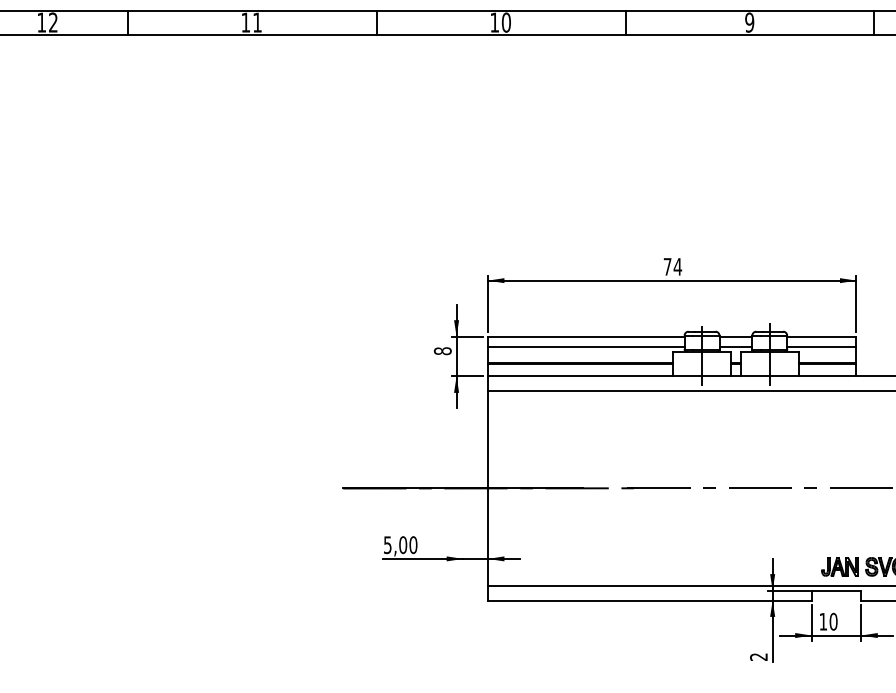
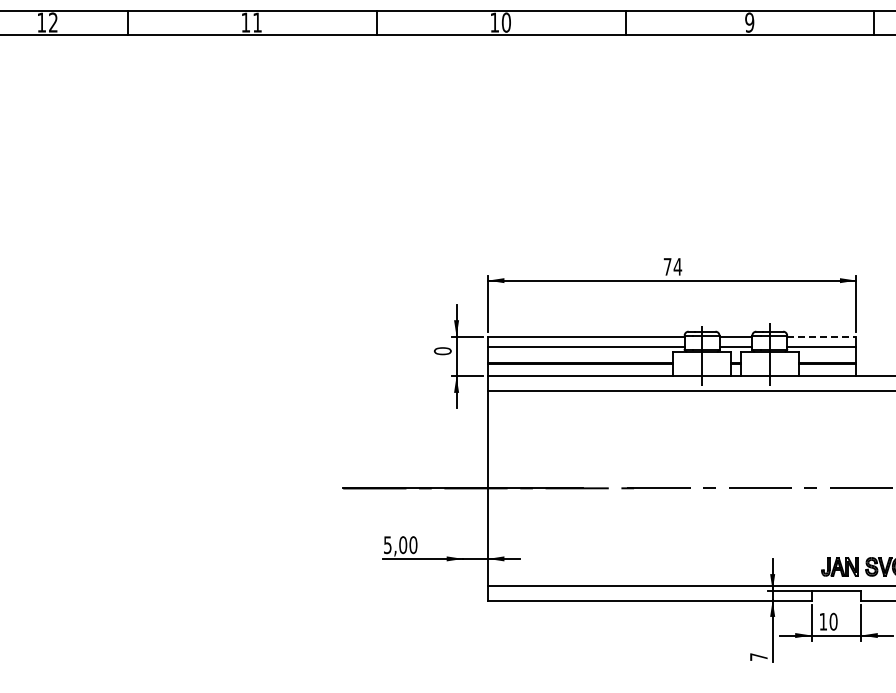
line at (821, 336): solid -> dashed
text at (442, 351): 8 -> 0
text at (758, 656): 2 -> 7
